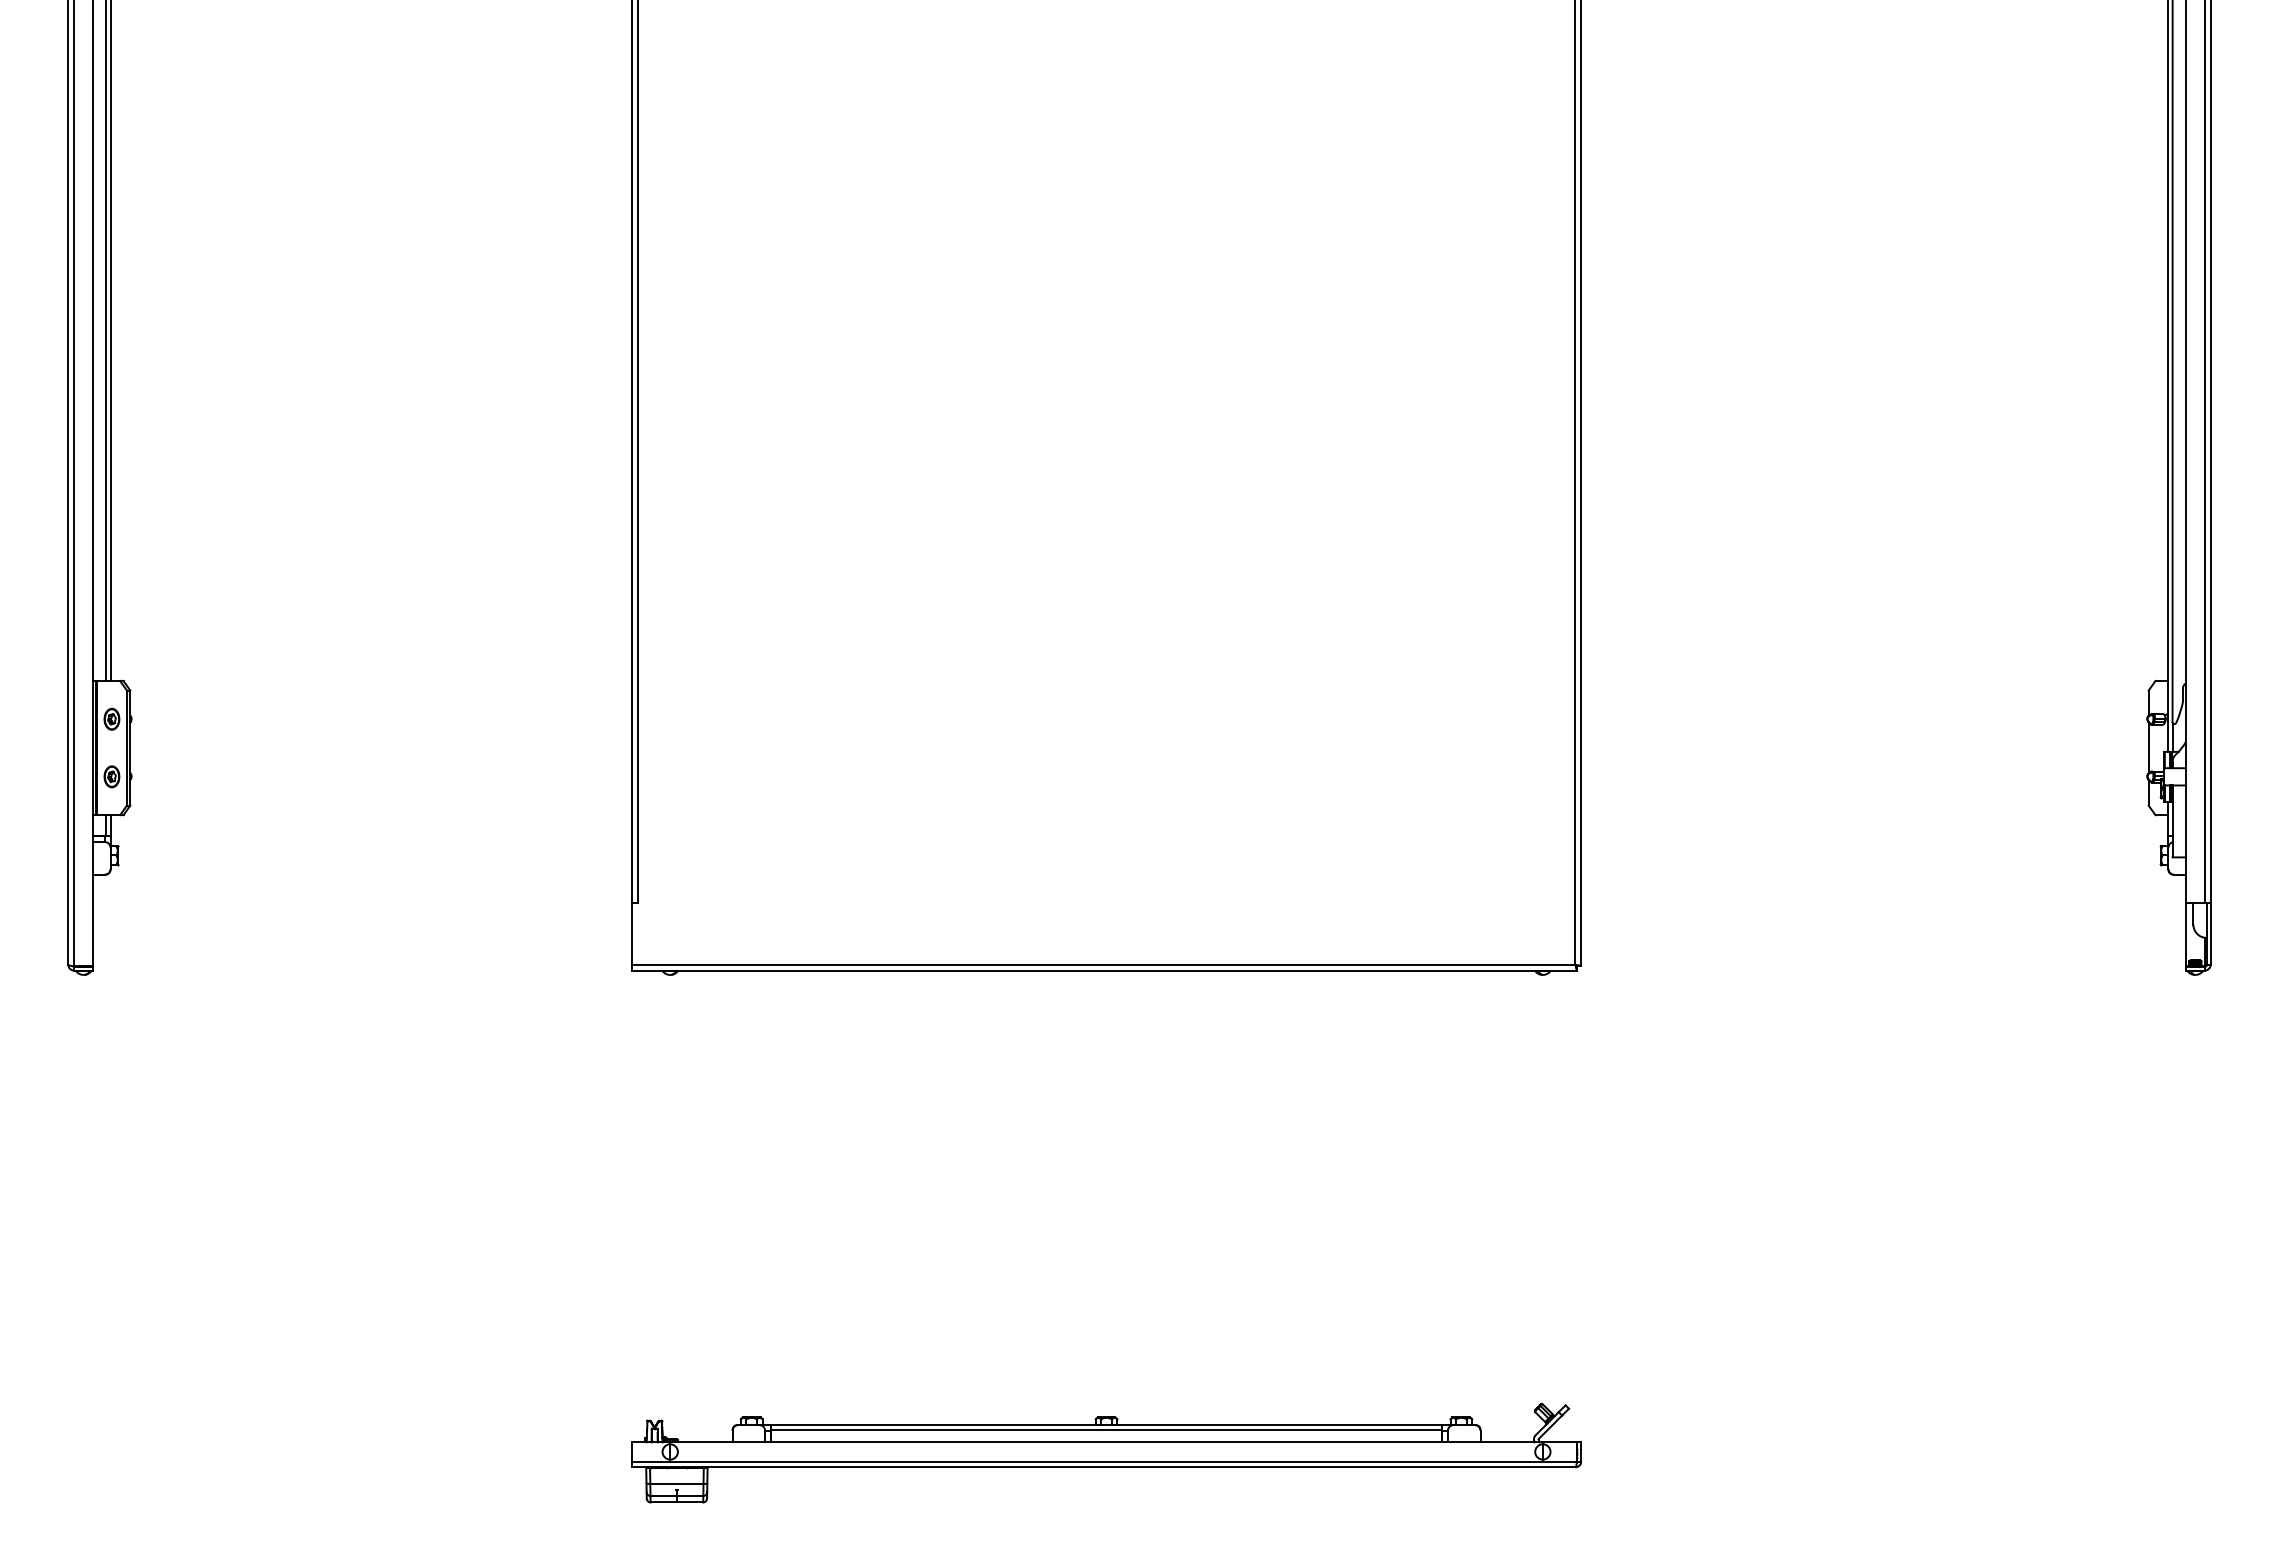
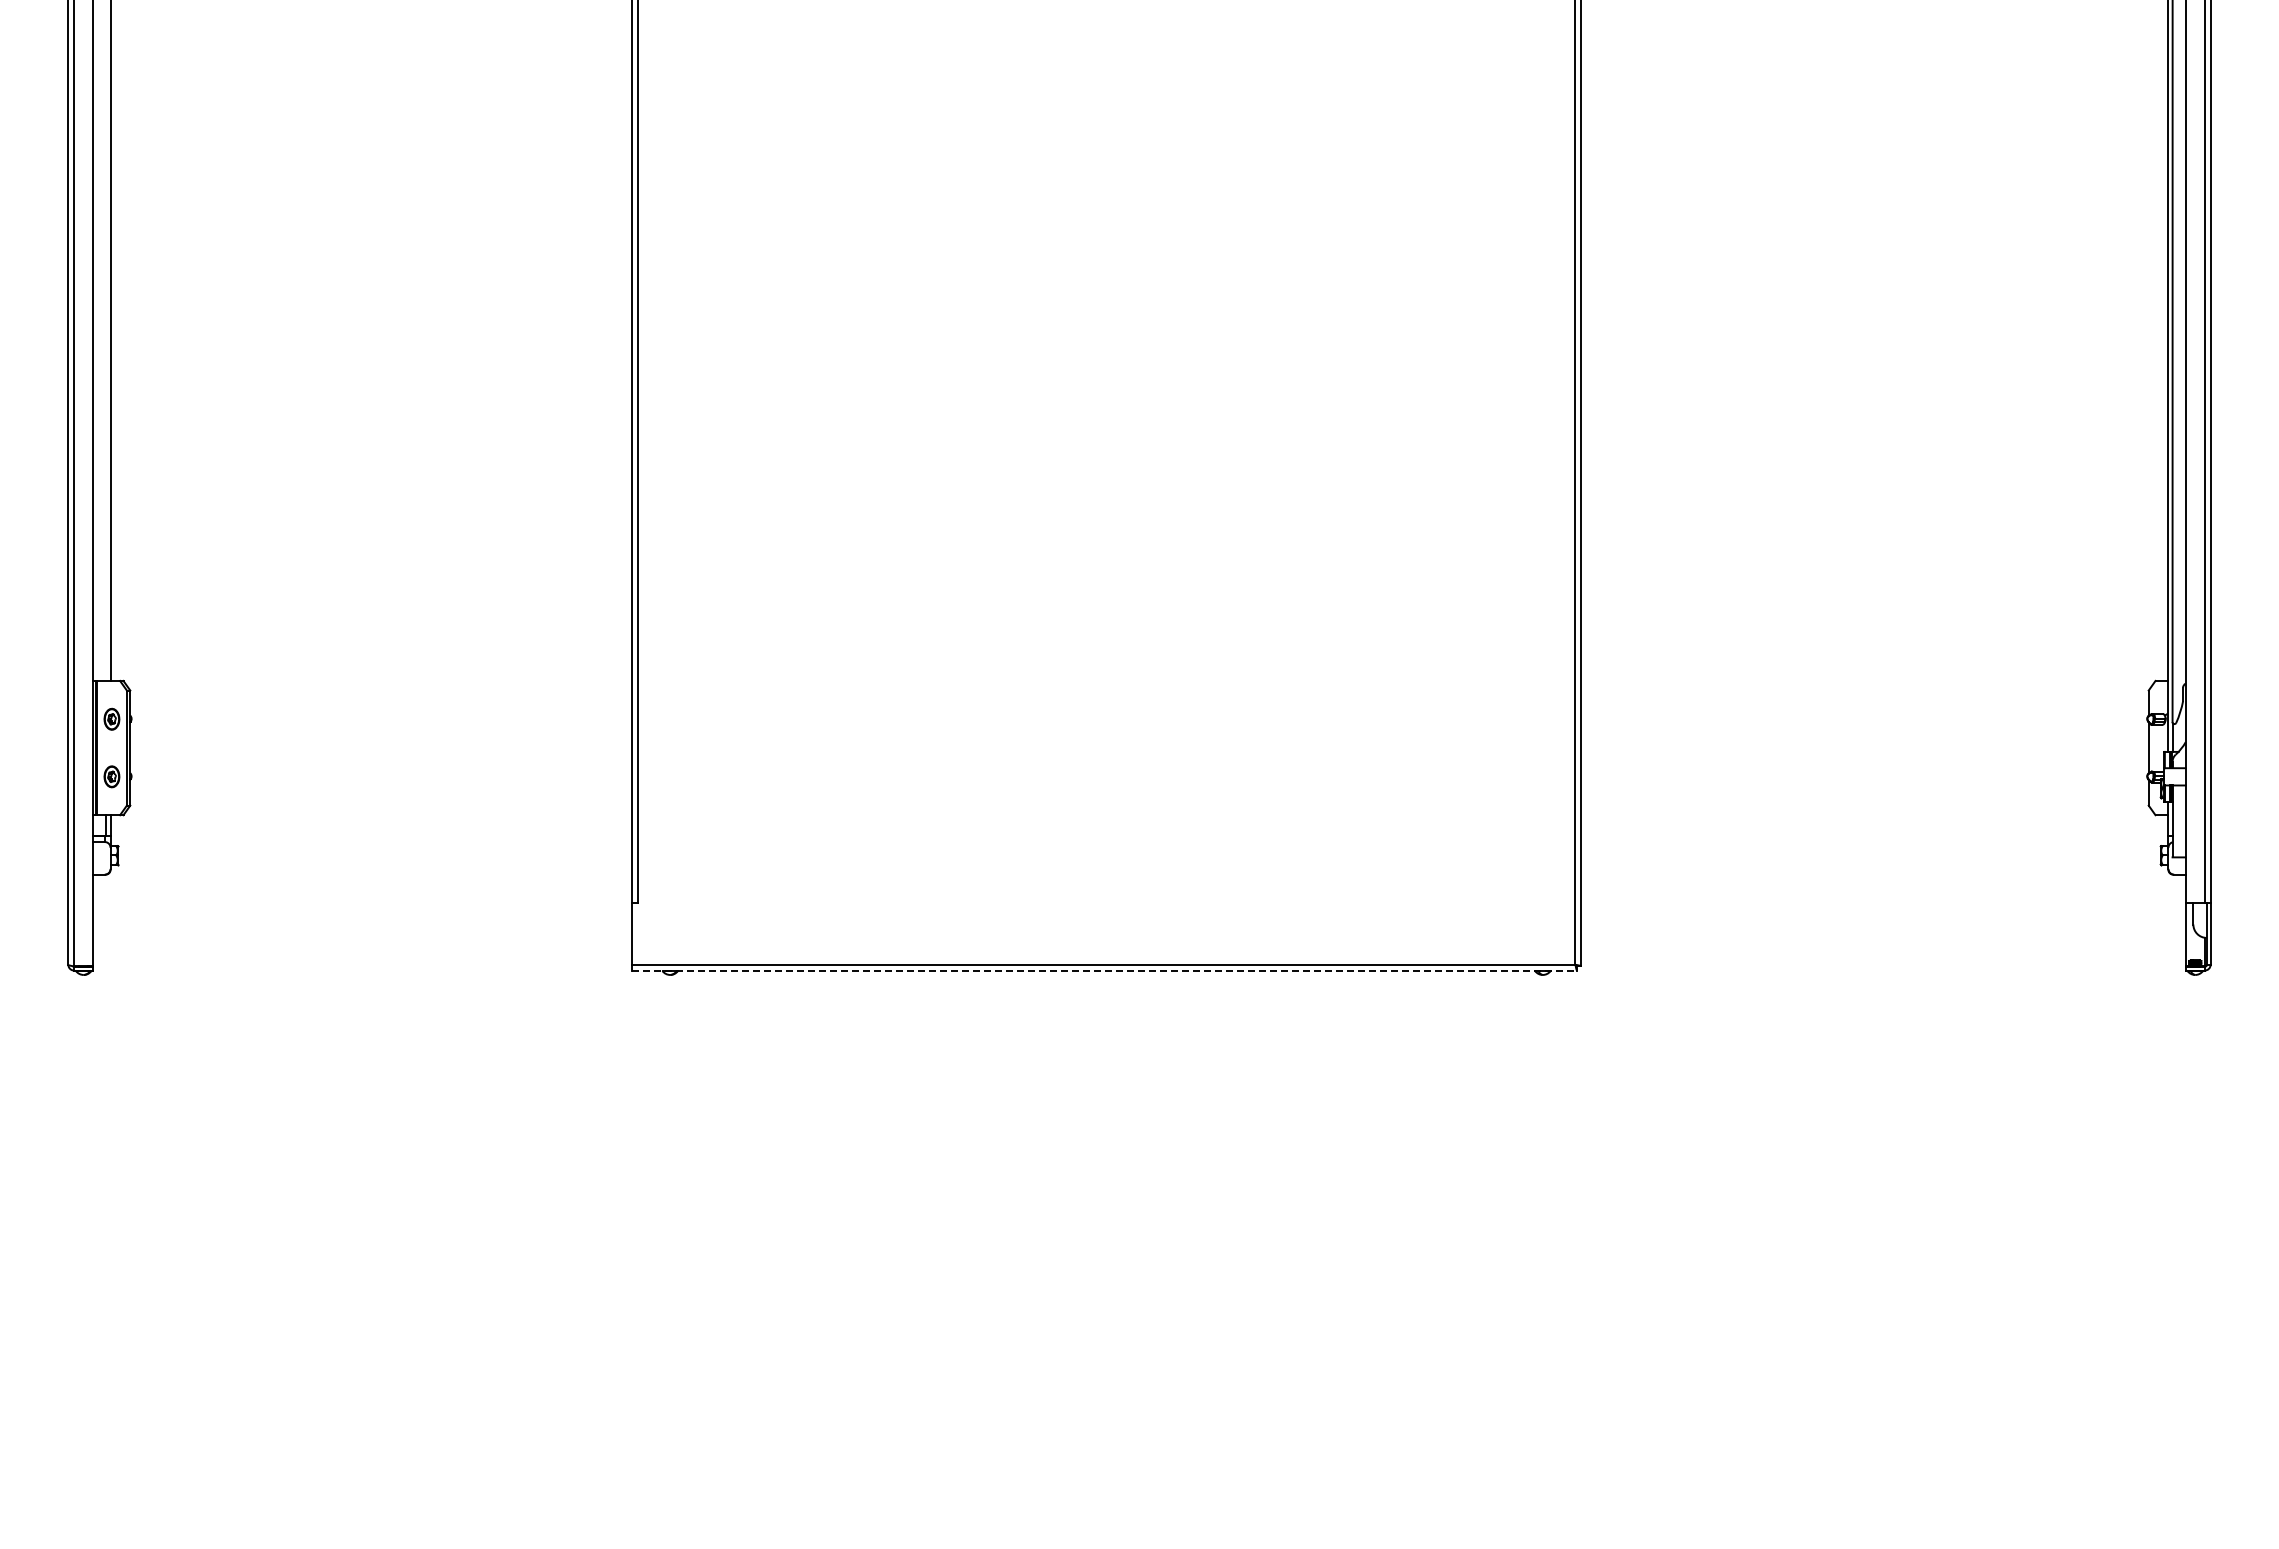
line at (105, 341): present -> none
line at (1104, 970): solid -> dashed
part at (1106, 1453): present -> none
